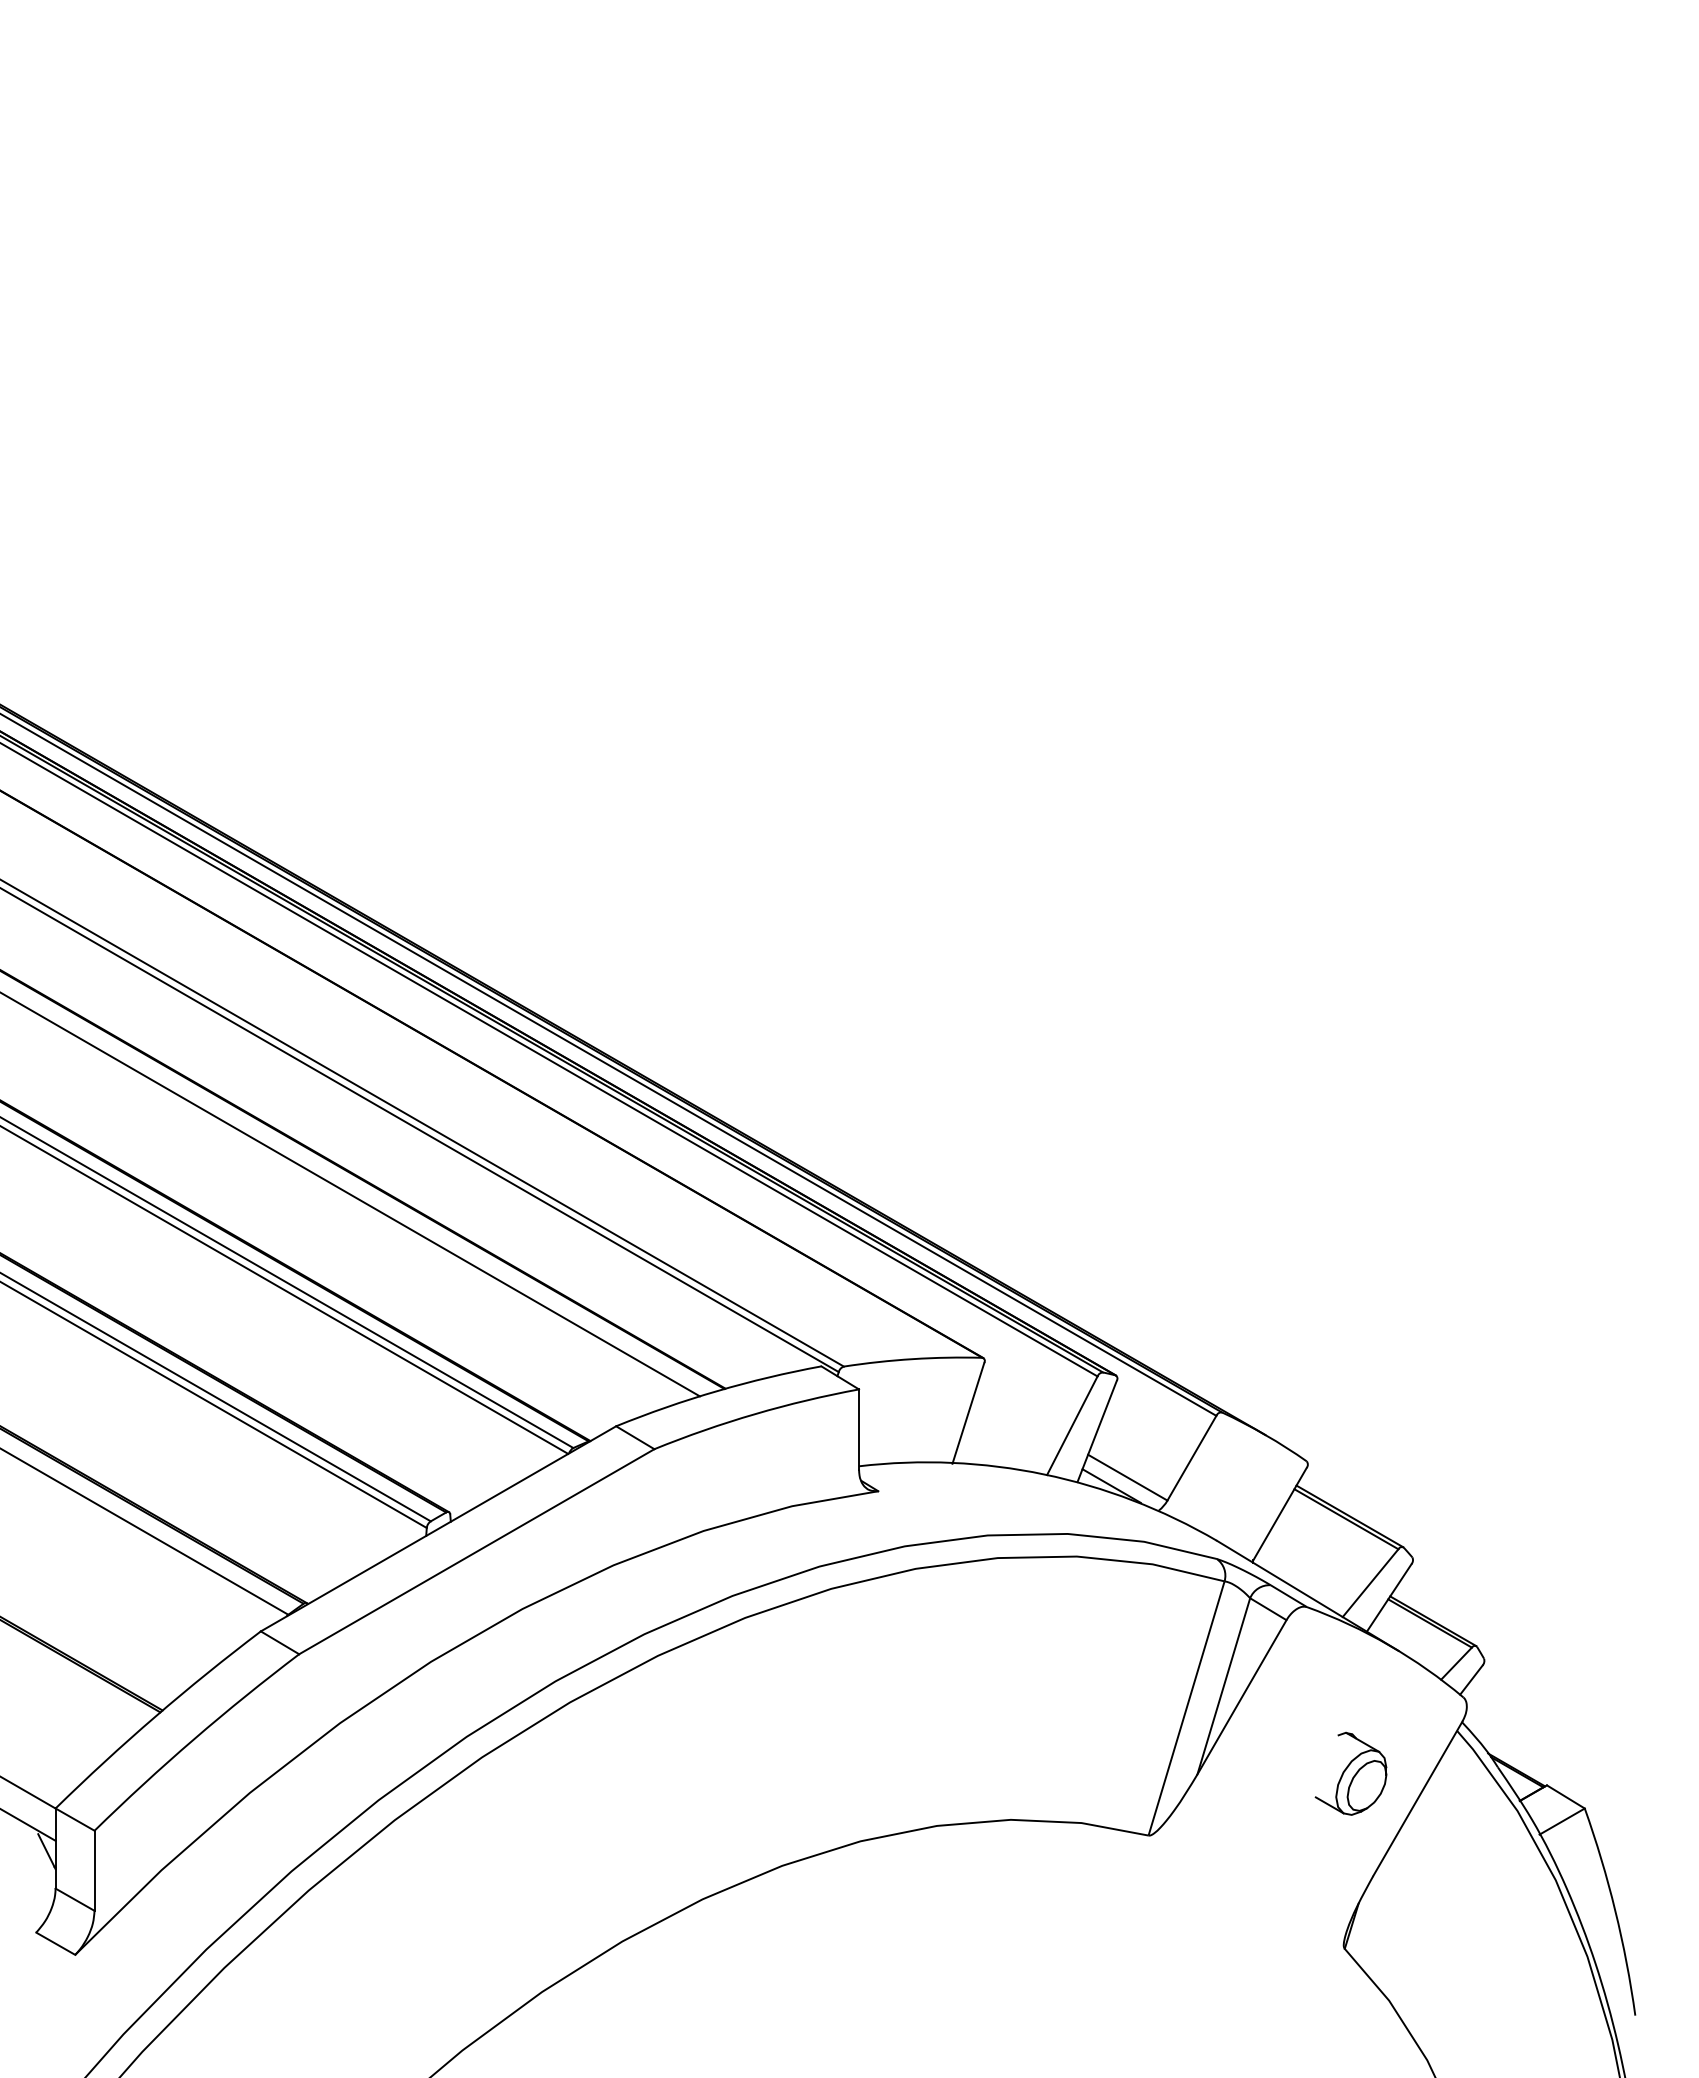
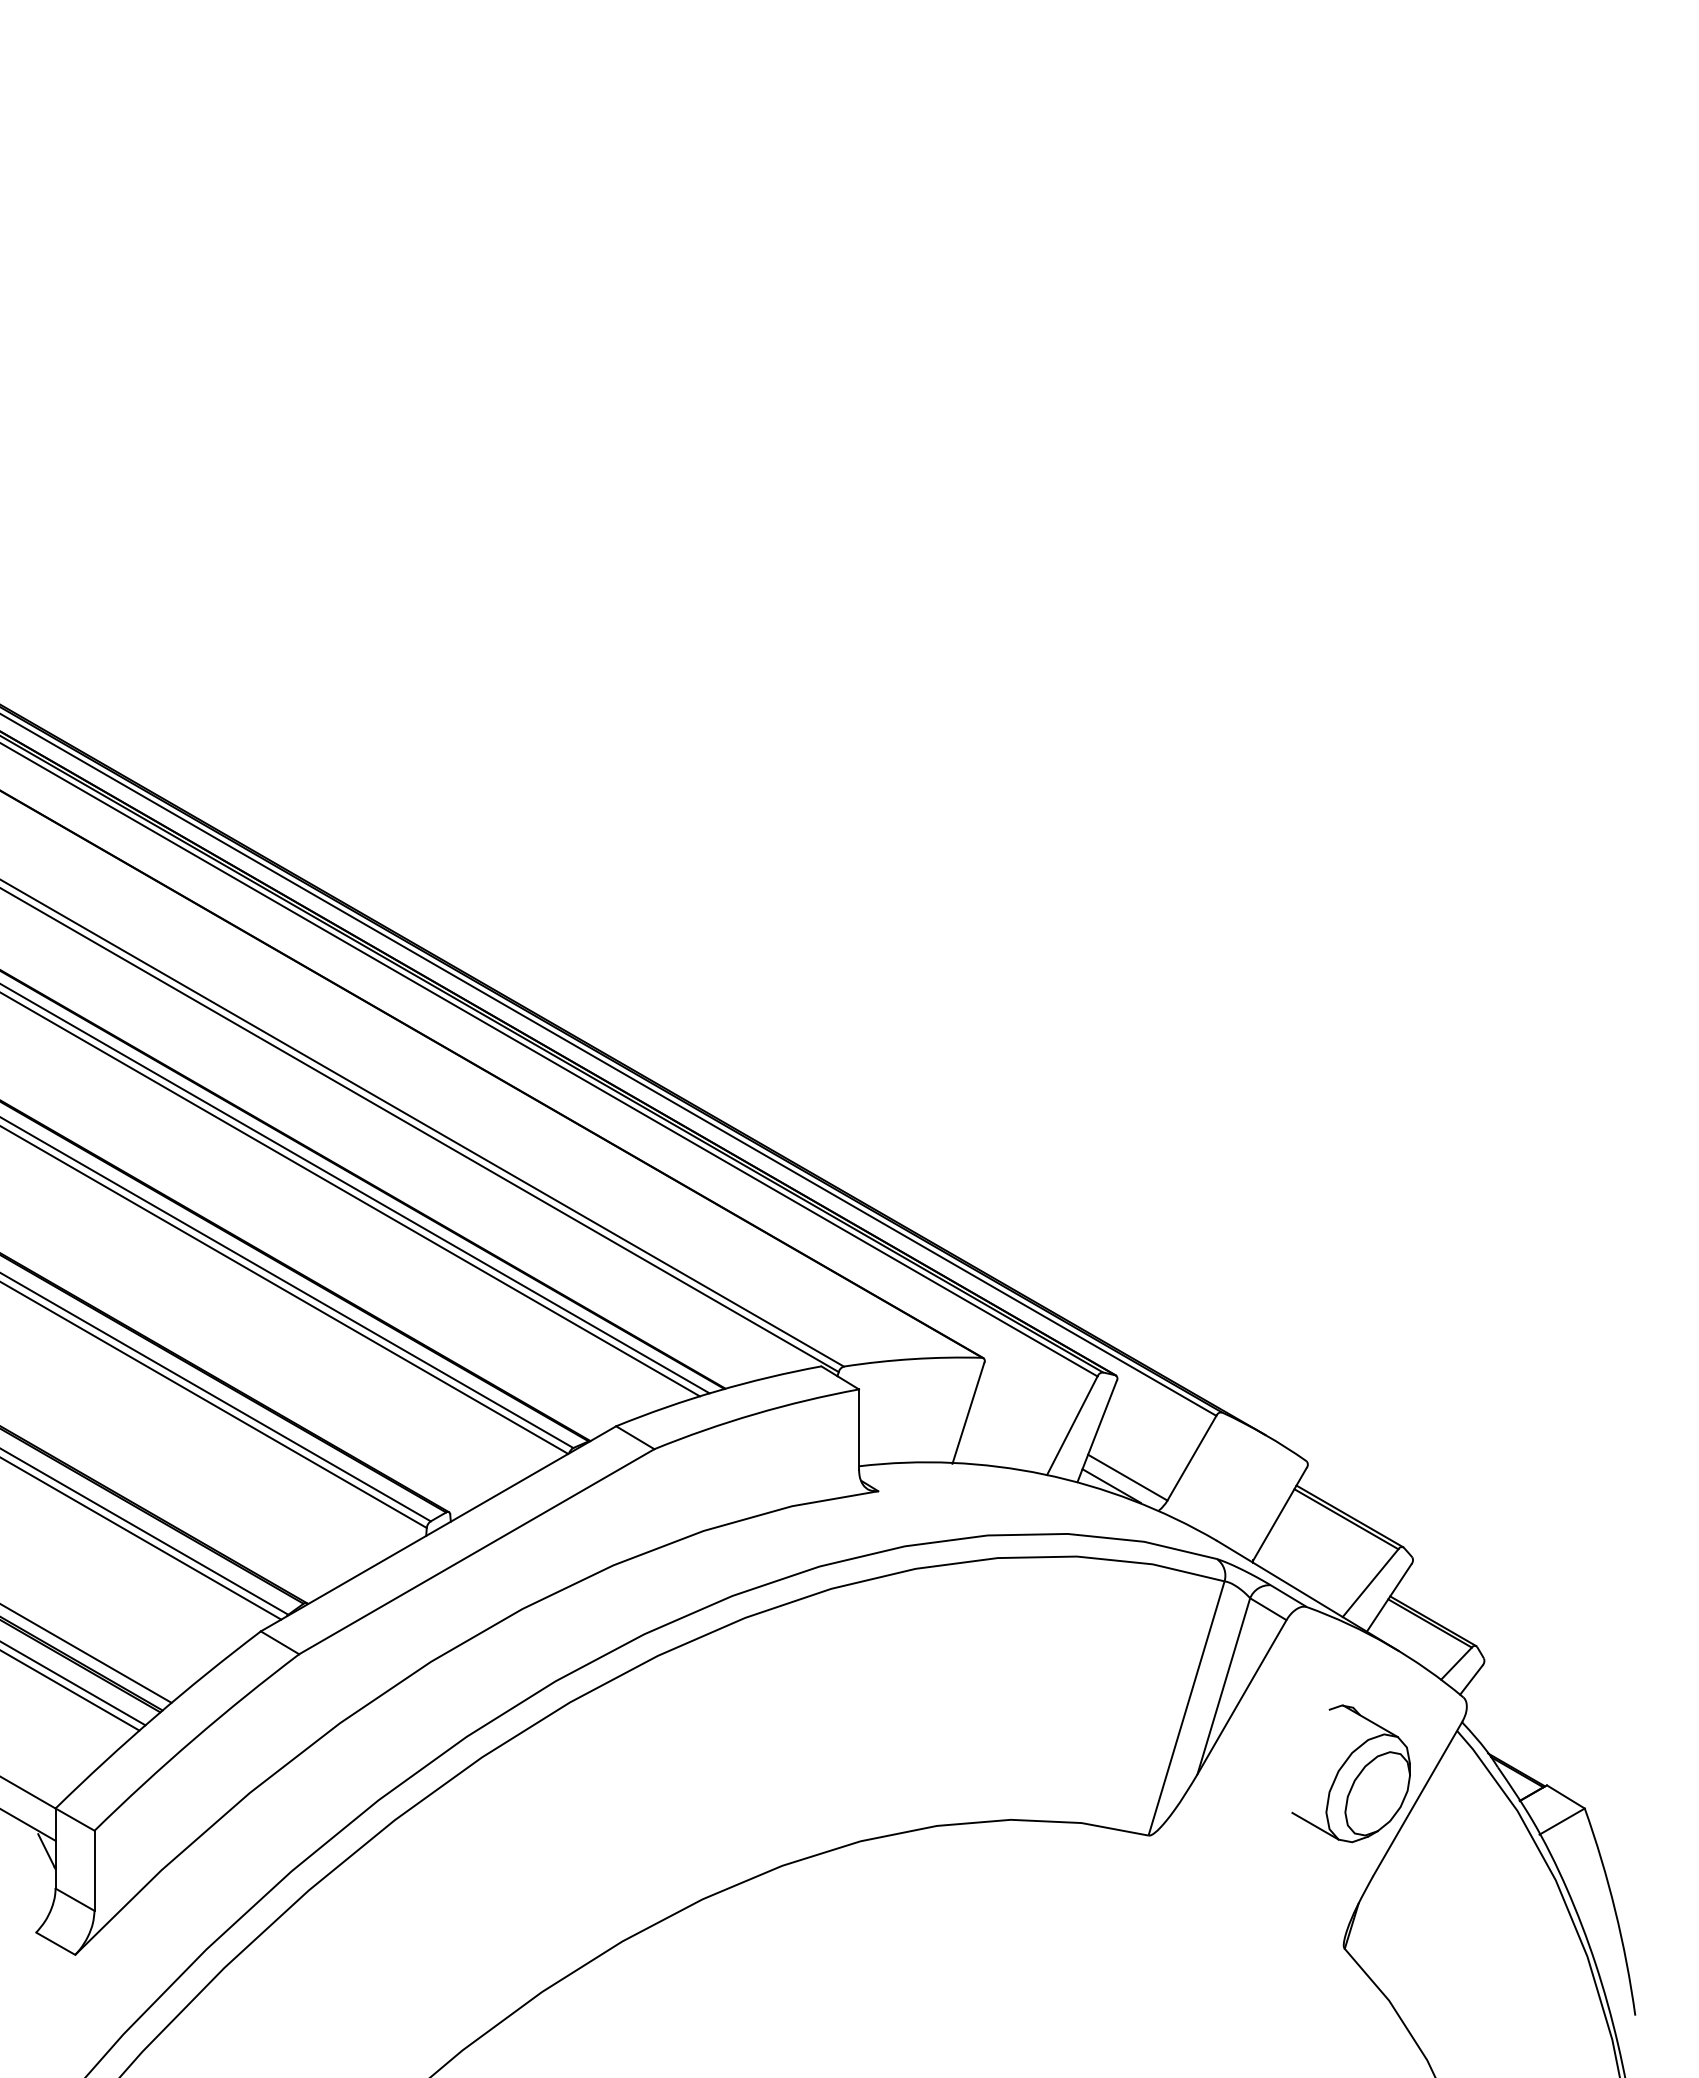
line at (355, 1188): none -> present
line at (141, 1538): none -> present
line at (86, 1653): none -> present
line at (73, 1683): none -> present
line at (70, 1690): none -> present
part at (1350, 1773) size: 74x85 px -> 120x140 px
